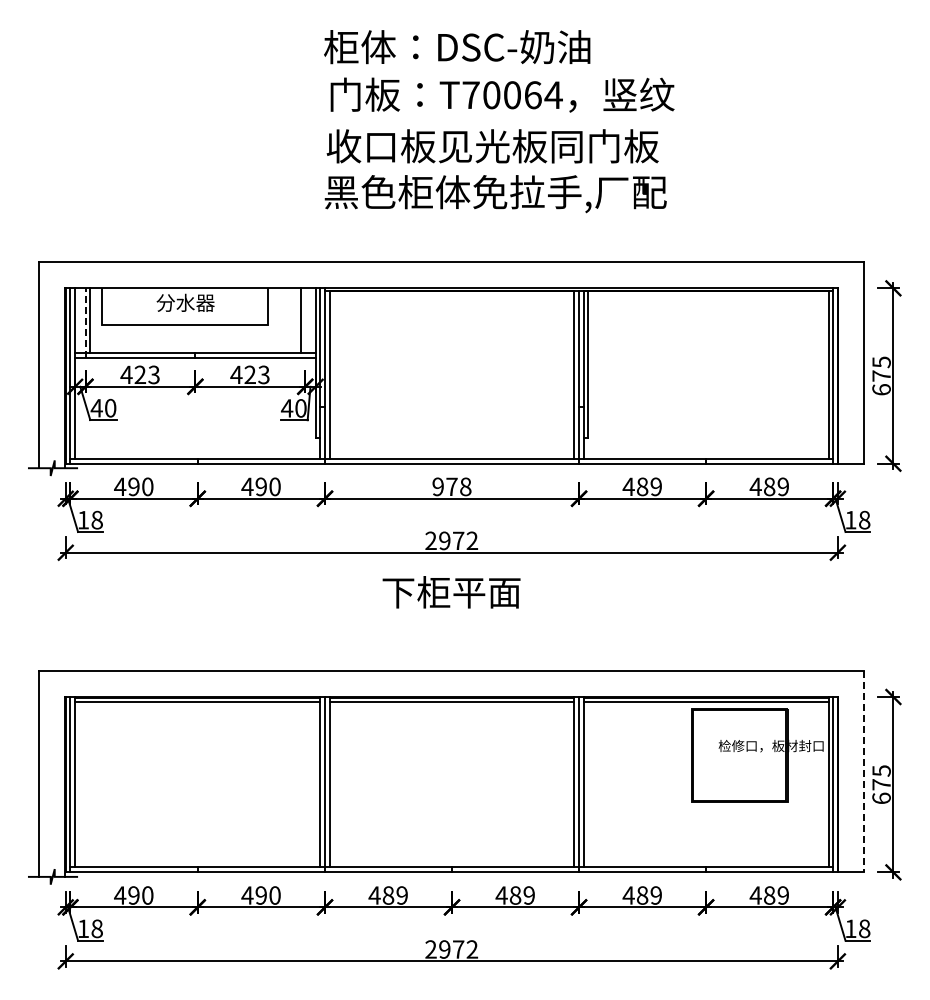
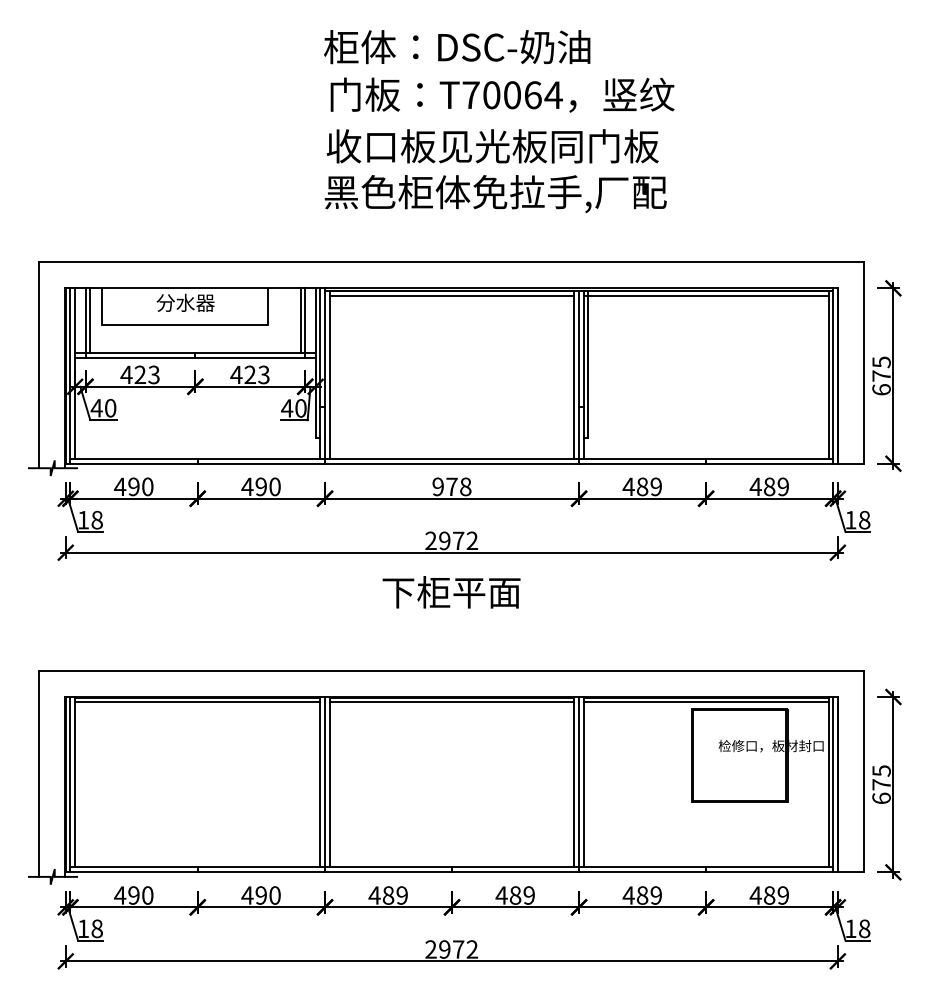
line at (451, 296): none -> present
line at (705, 296): none -> present
line at (305, 322): none -> present
line at (85, 323): dashed -> solid
line at (864, 771): dashed -> solid
